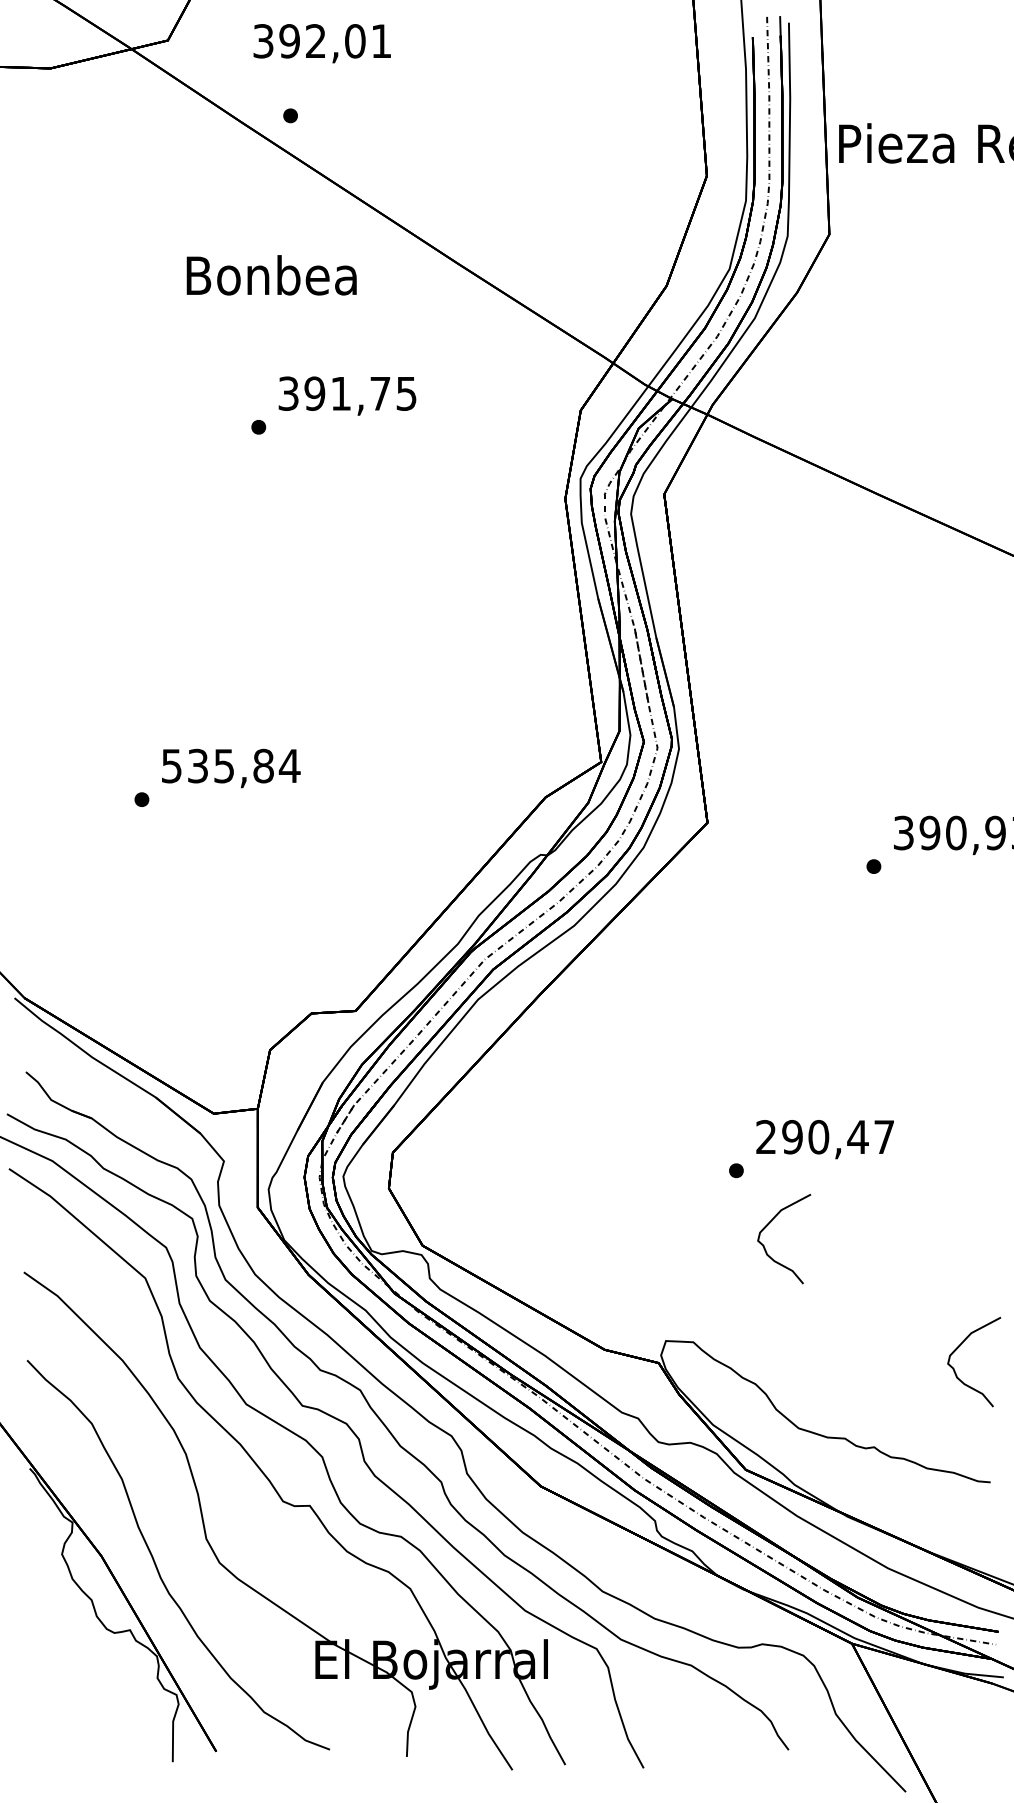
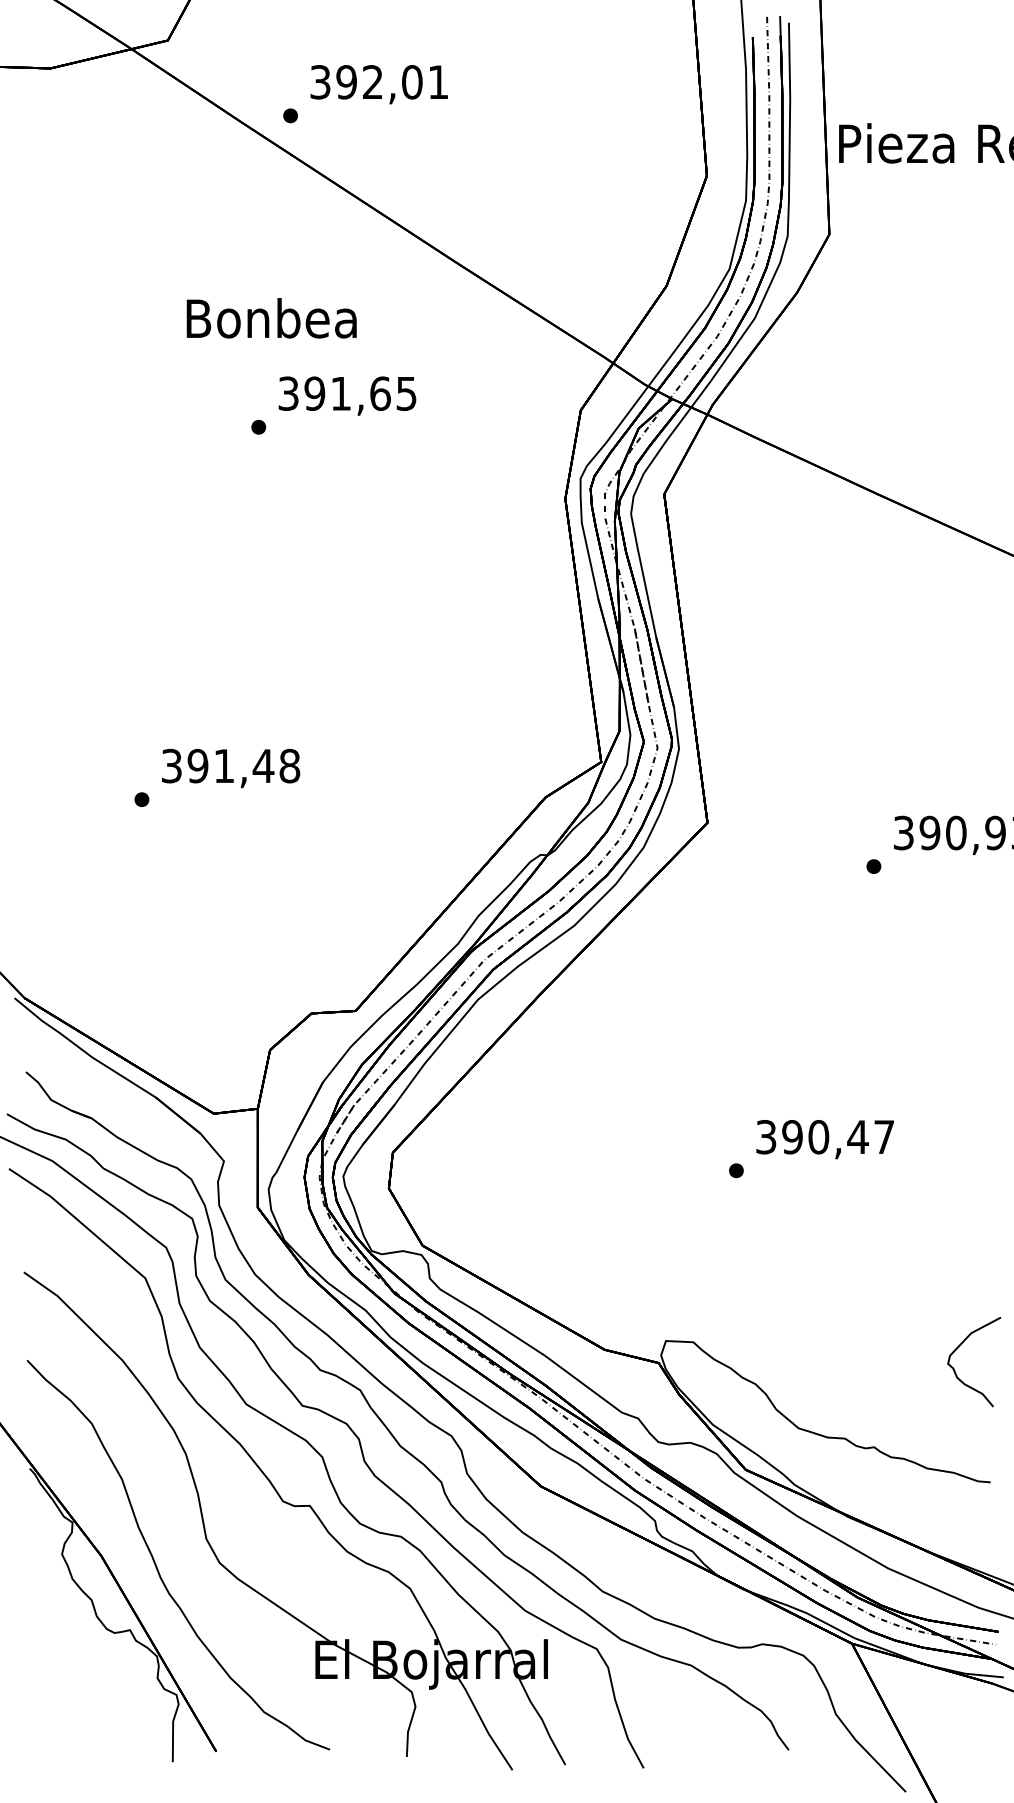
text at (321, 43) position: (321, 43) -> (378, 84)
text at (271, 275) position: (271, 275) -> (271, 318)
text at (380, 393): 391,75 -> 391,65
text at (231, 765): 535,84 -> 391,48
text at (766, 1137): 290,47 -> 390,47
curve at (770, 1223): present -> none
